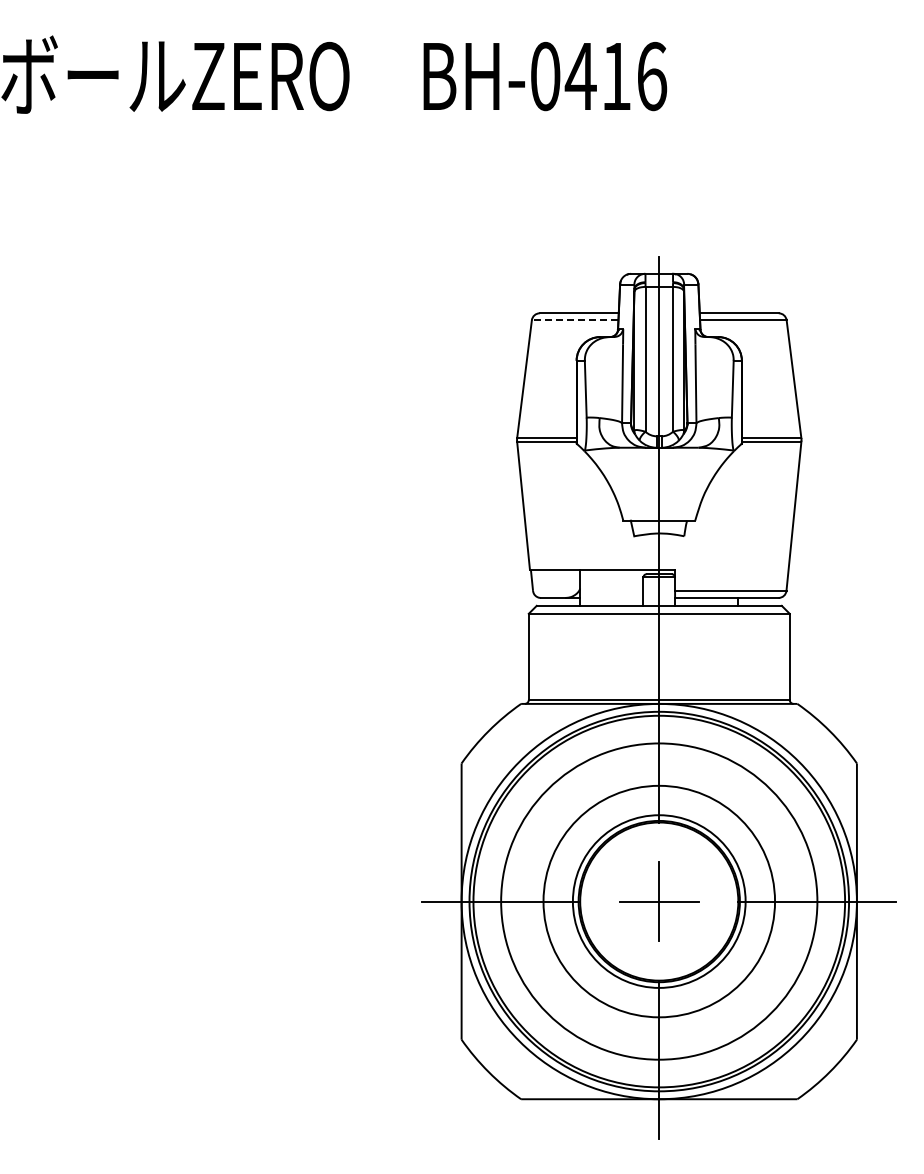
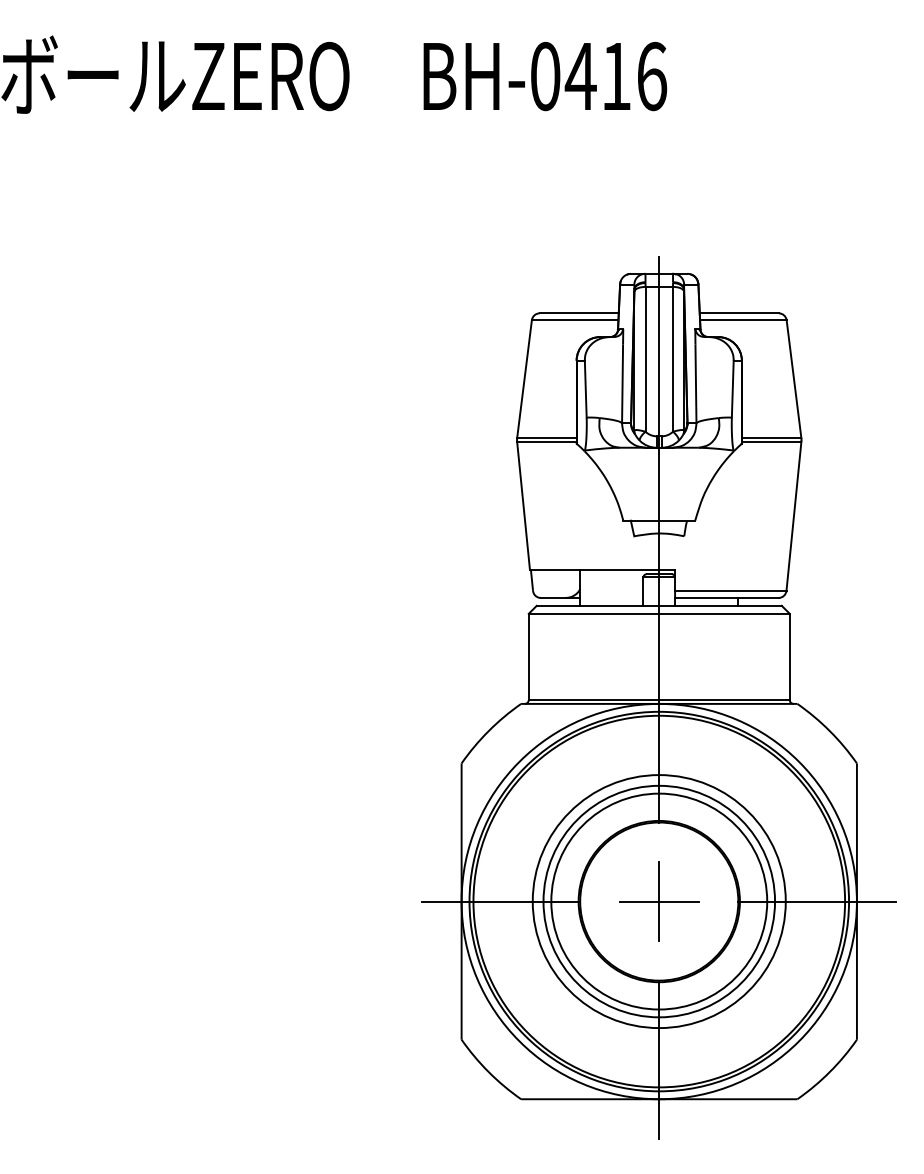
line at (574, 320): dashed -> solid
circle at (658, 901) diameter: 173 px -> 216 px
circle at (659, 901) diameter: 316 px -> 253 px
